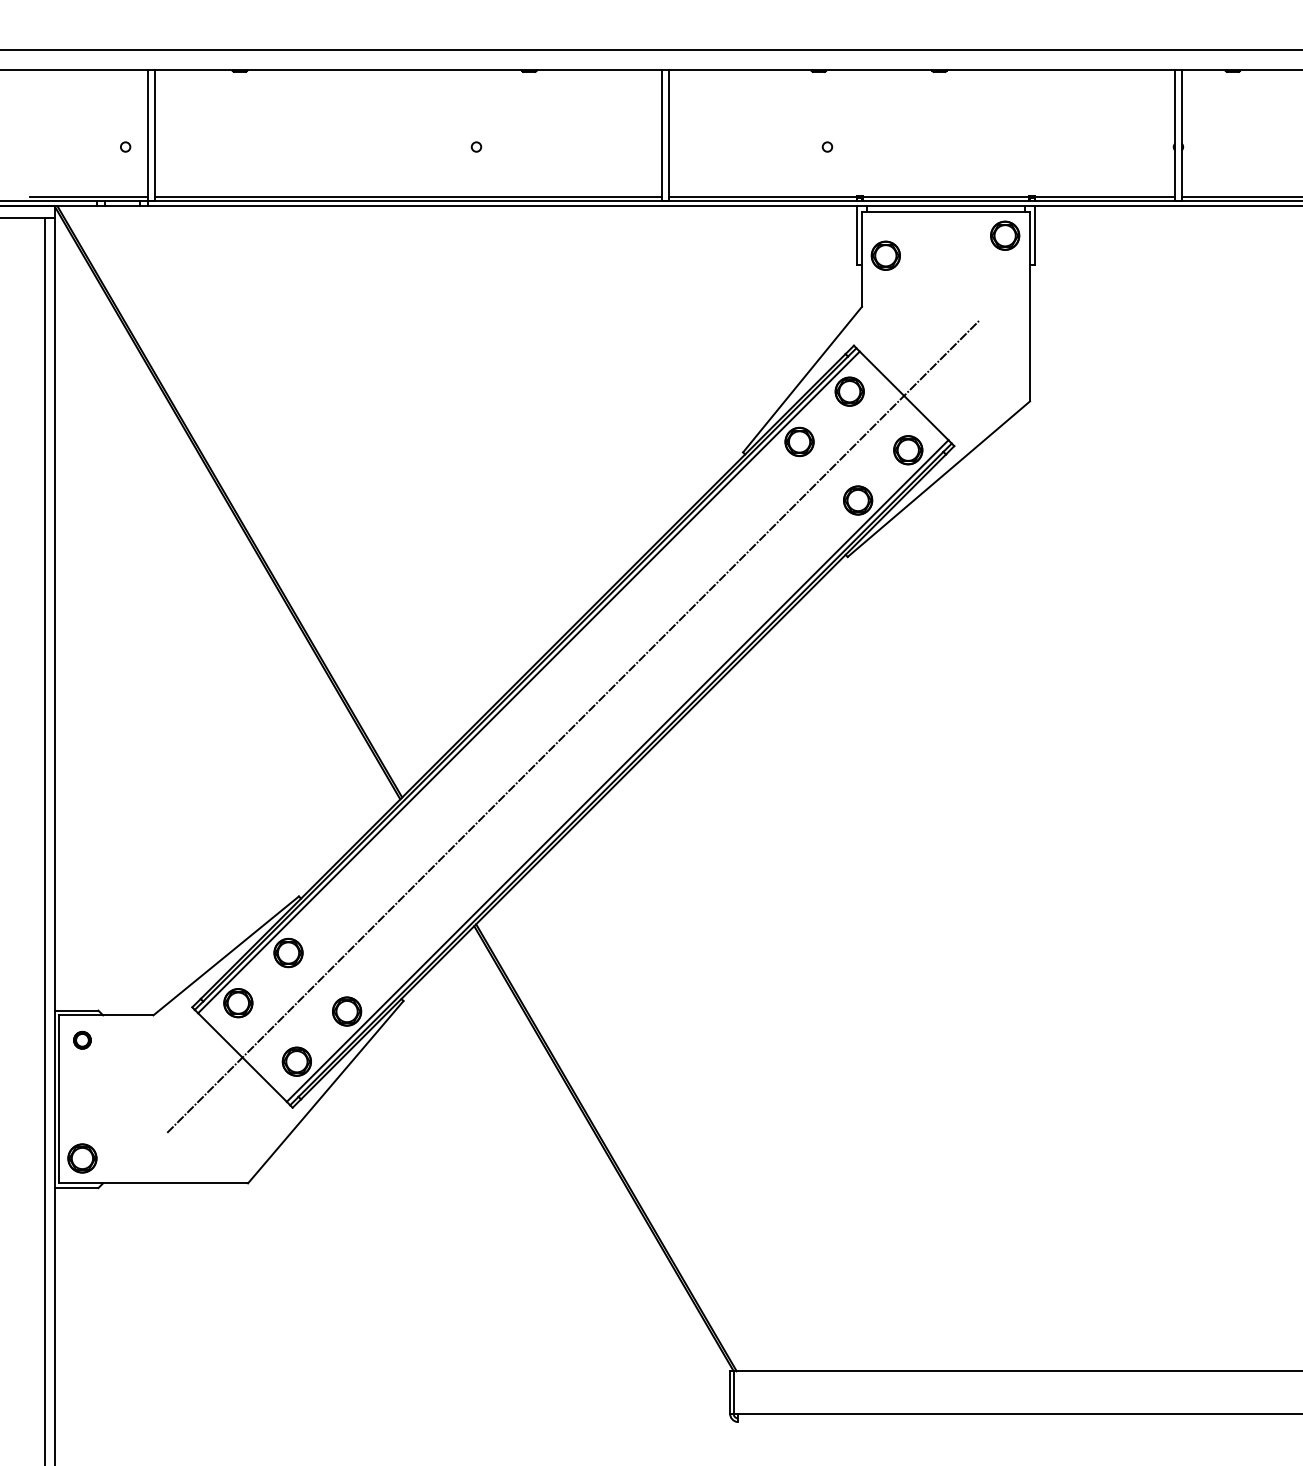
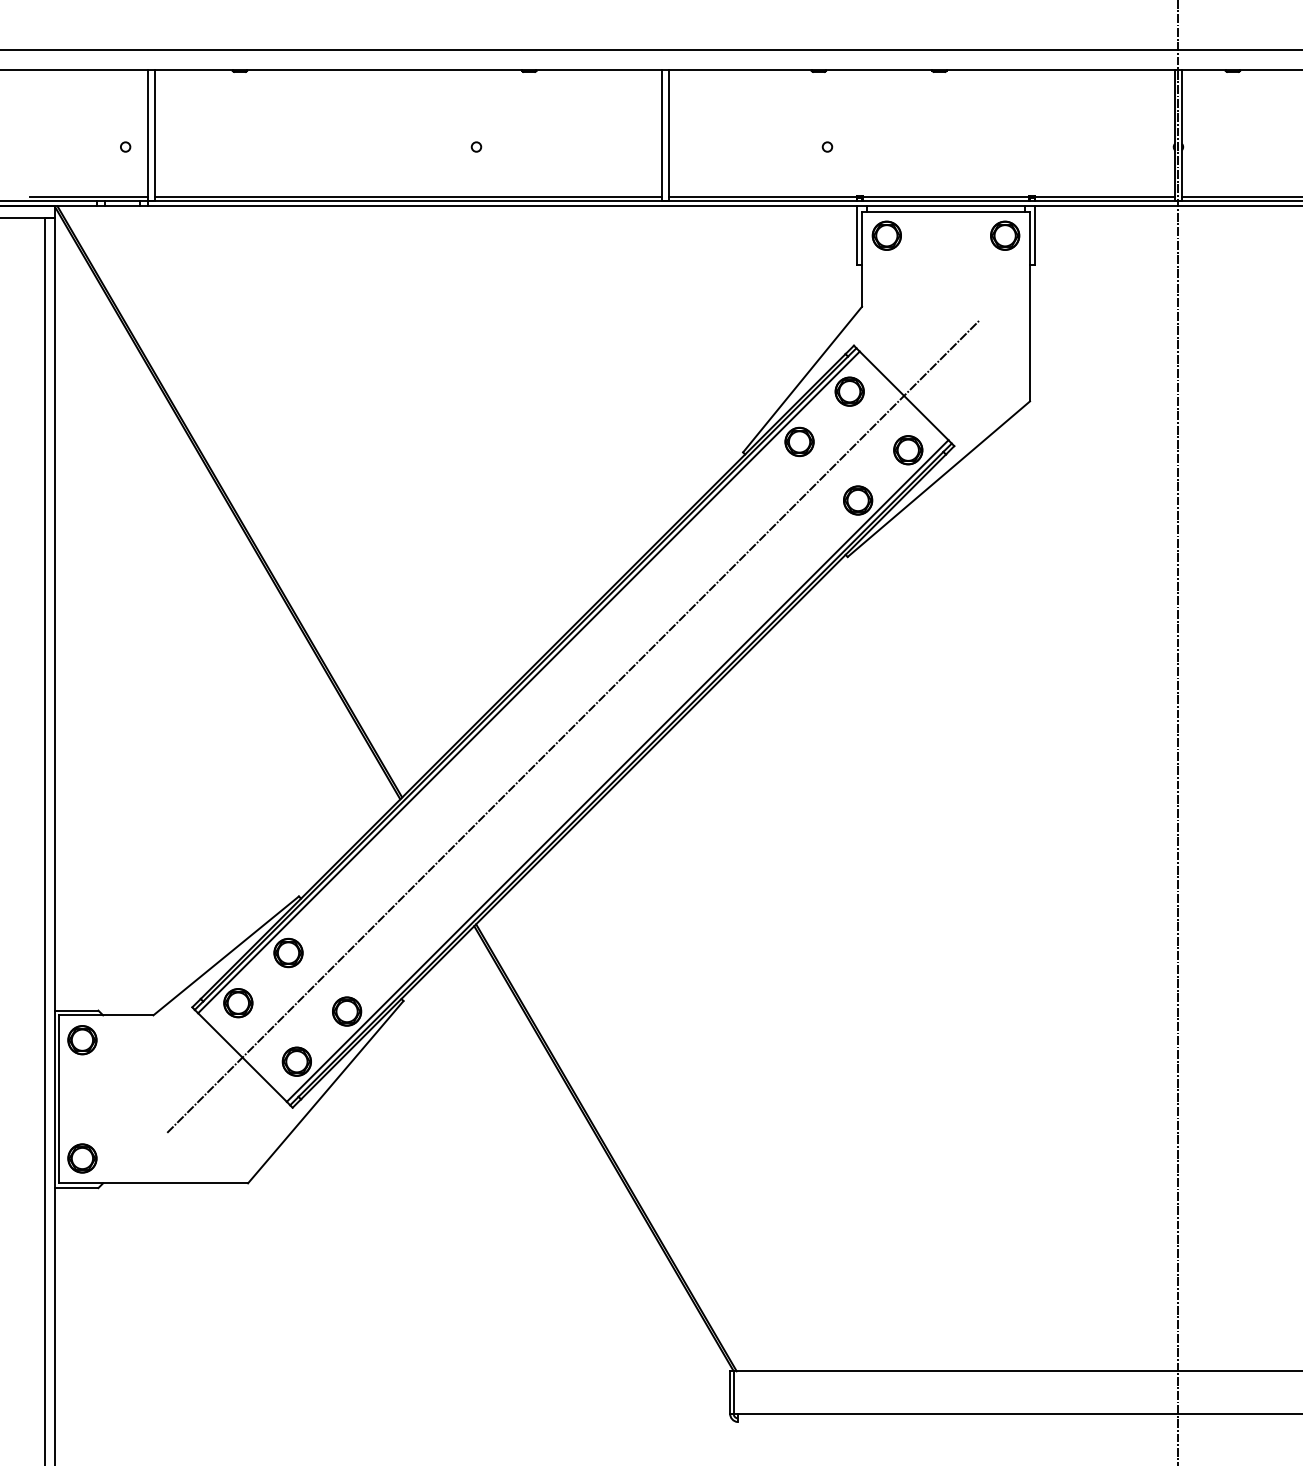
part at (885, 255) position: (885, 255) -> (886, 235)
line at (1178, 732): none -> present
part at (82, 1039) size: 19x20 px -> 31x31 px
